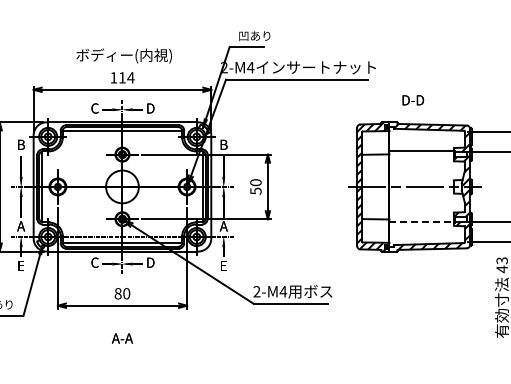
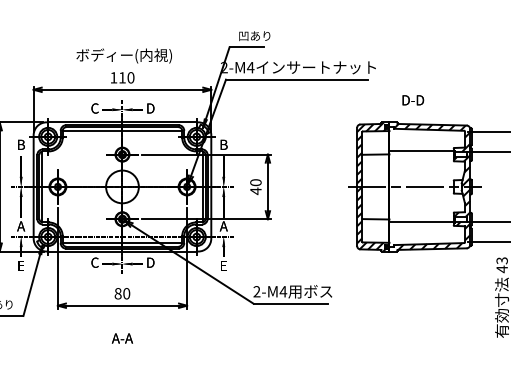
text at (130, 77): 114 -> 110
text at (255, 191): 50 -> 40
line at (422, 222): dashed -> solid
